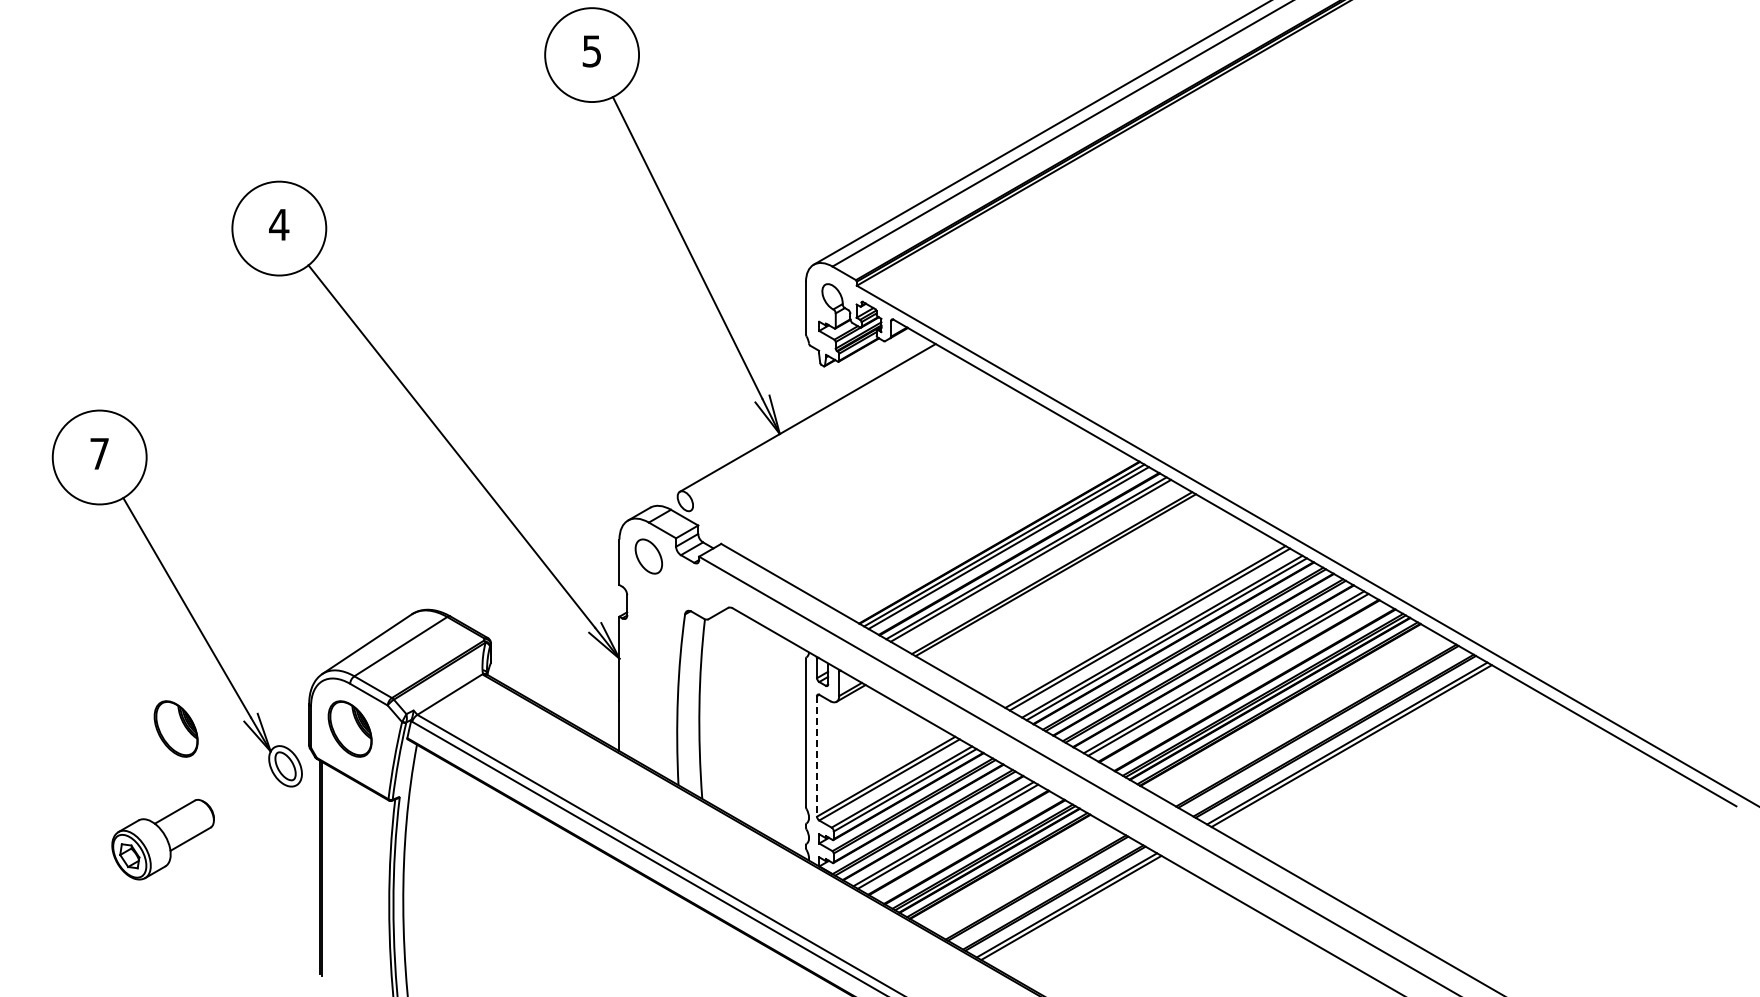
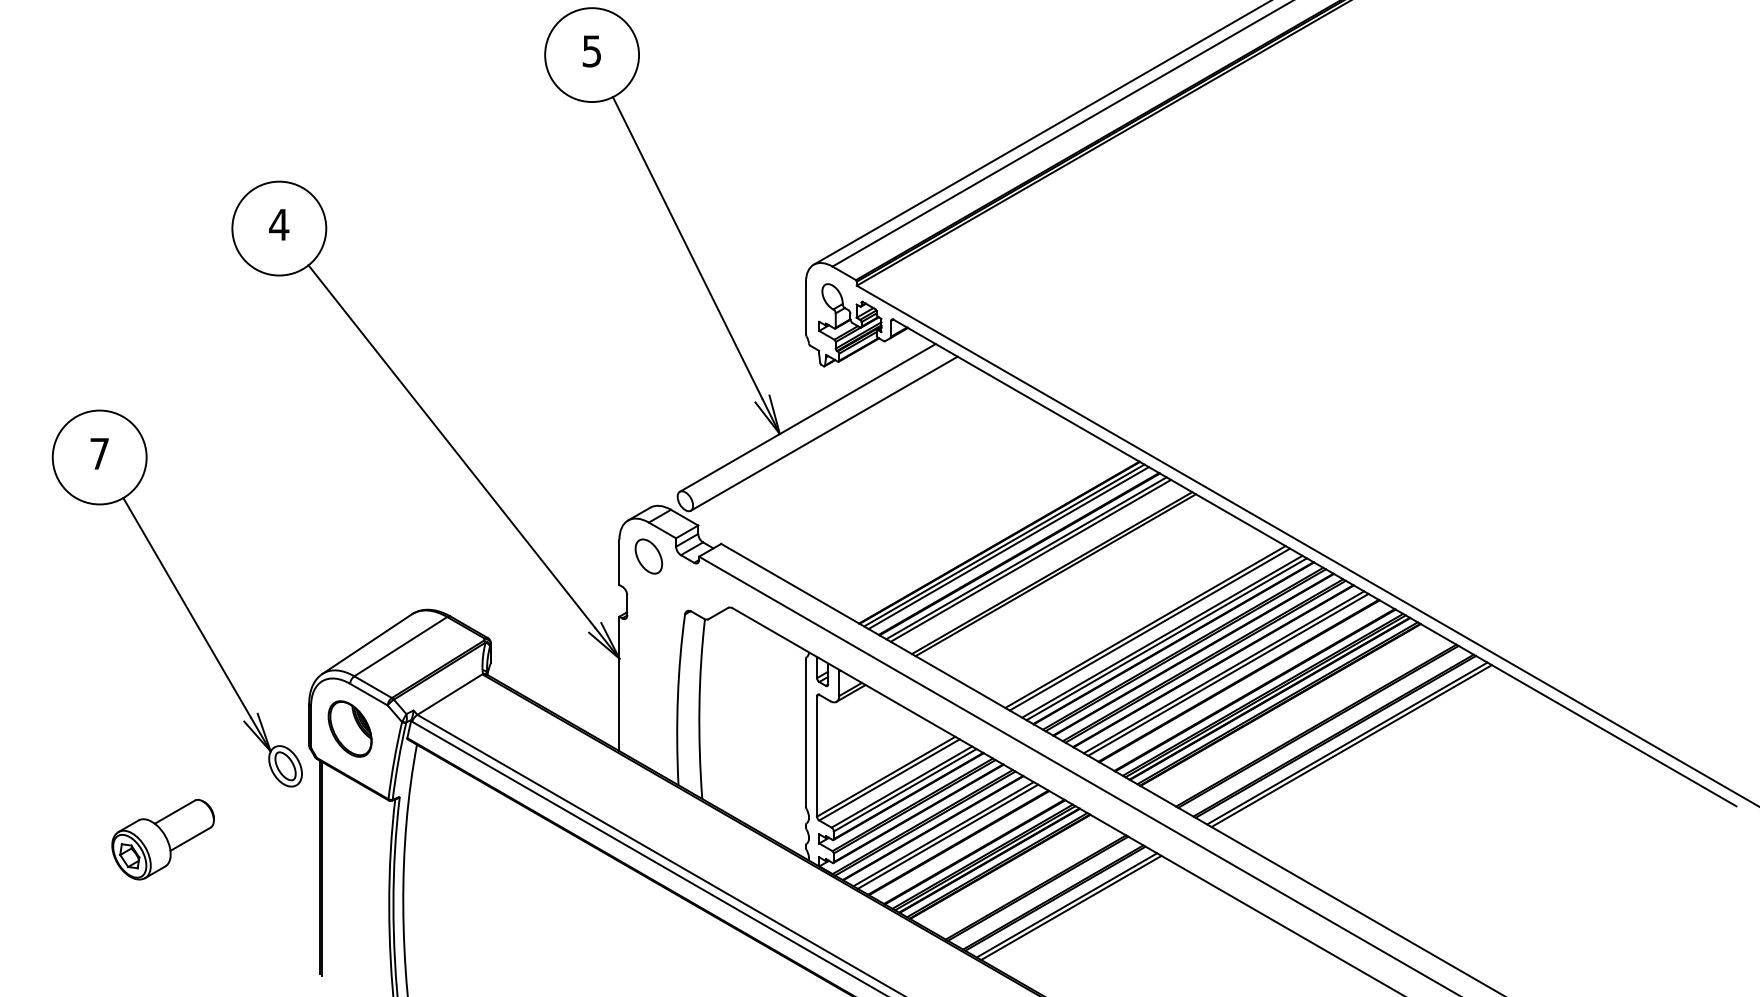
line at (823, 433): none -> present
part at (175, 728): present -> none
line at (817, 756): dashed -> solid
